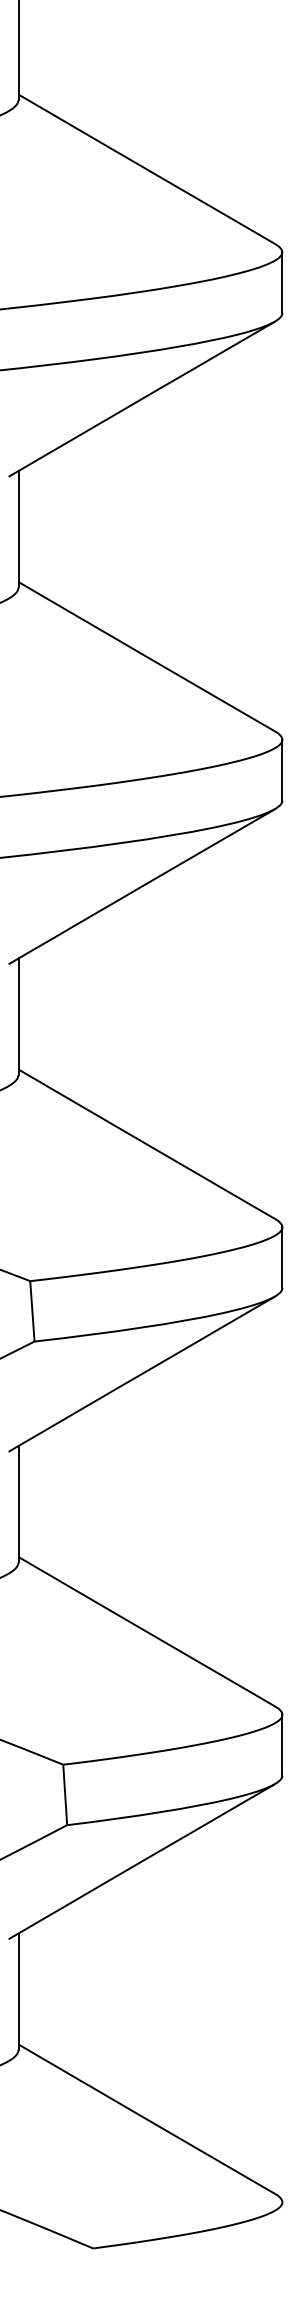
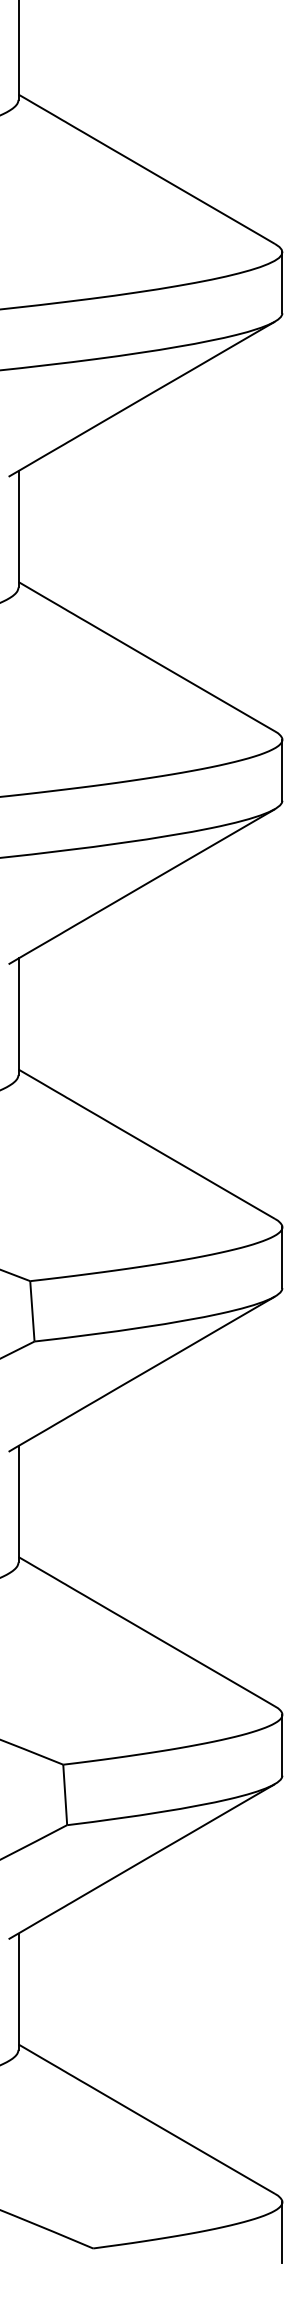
line at (282, 2232): none -> present
